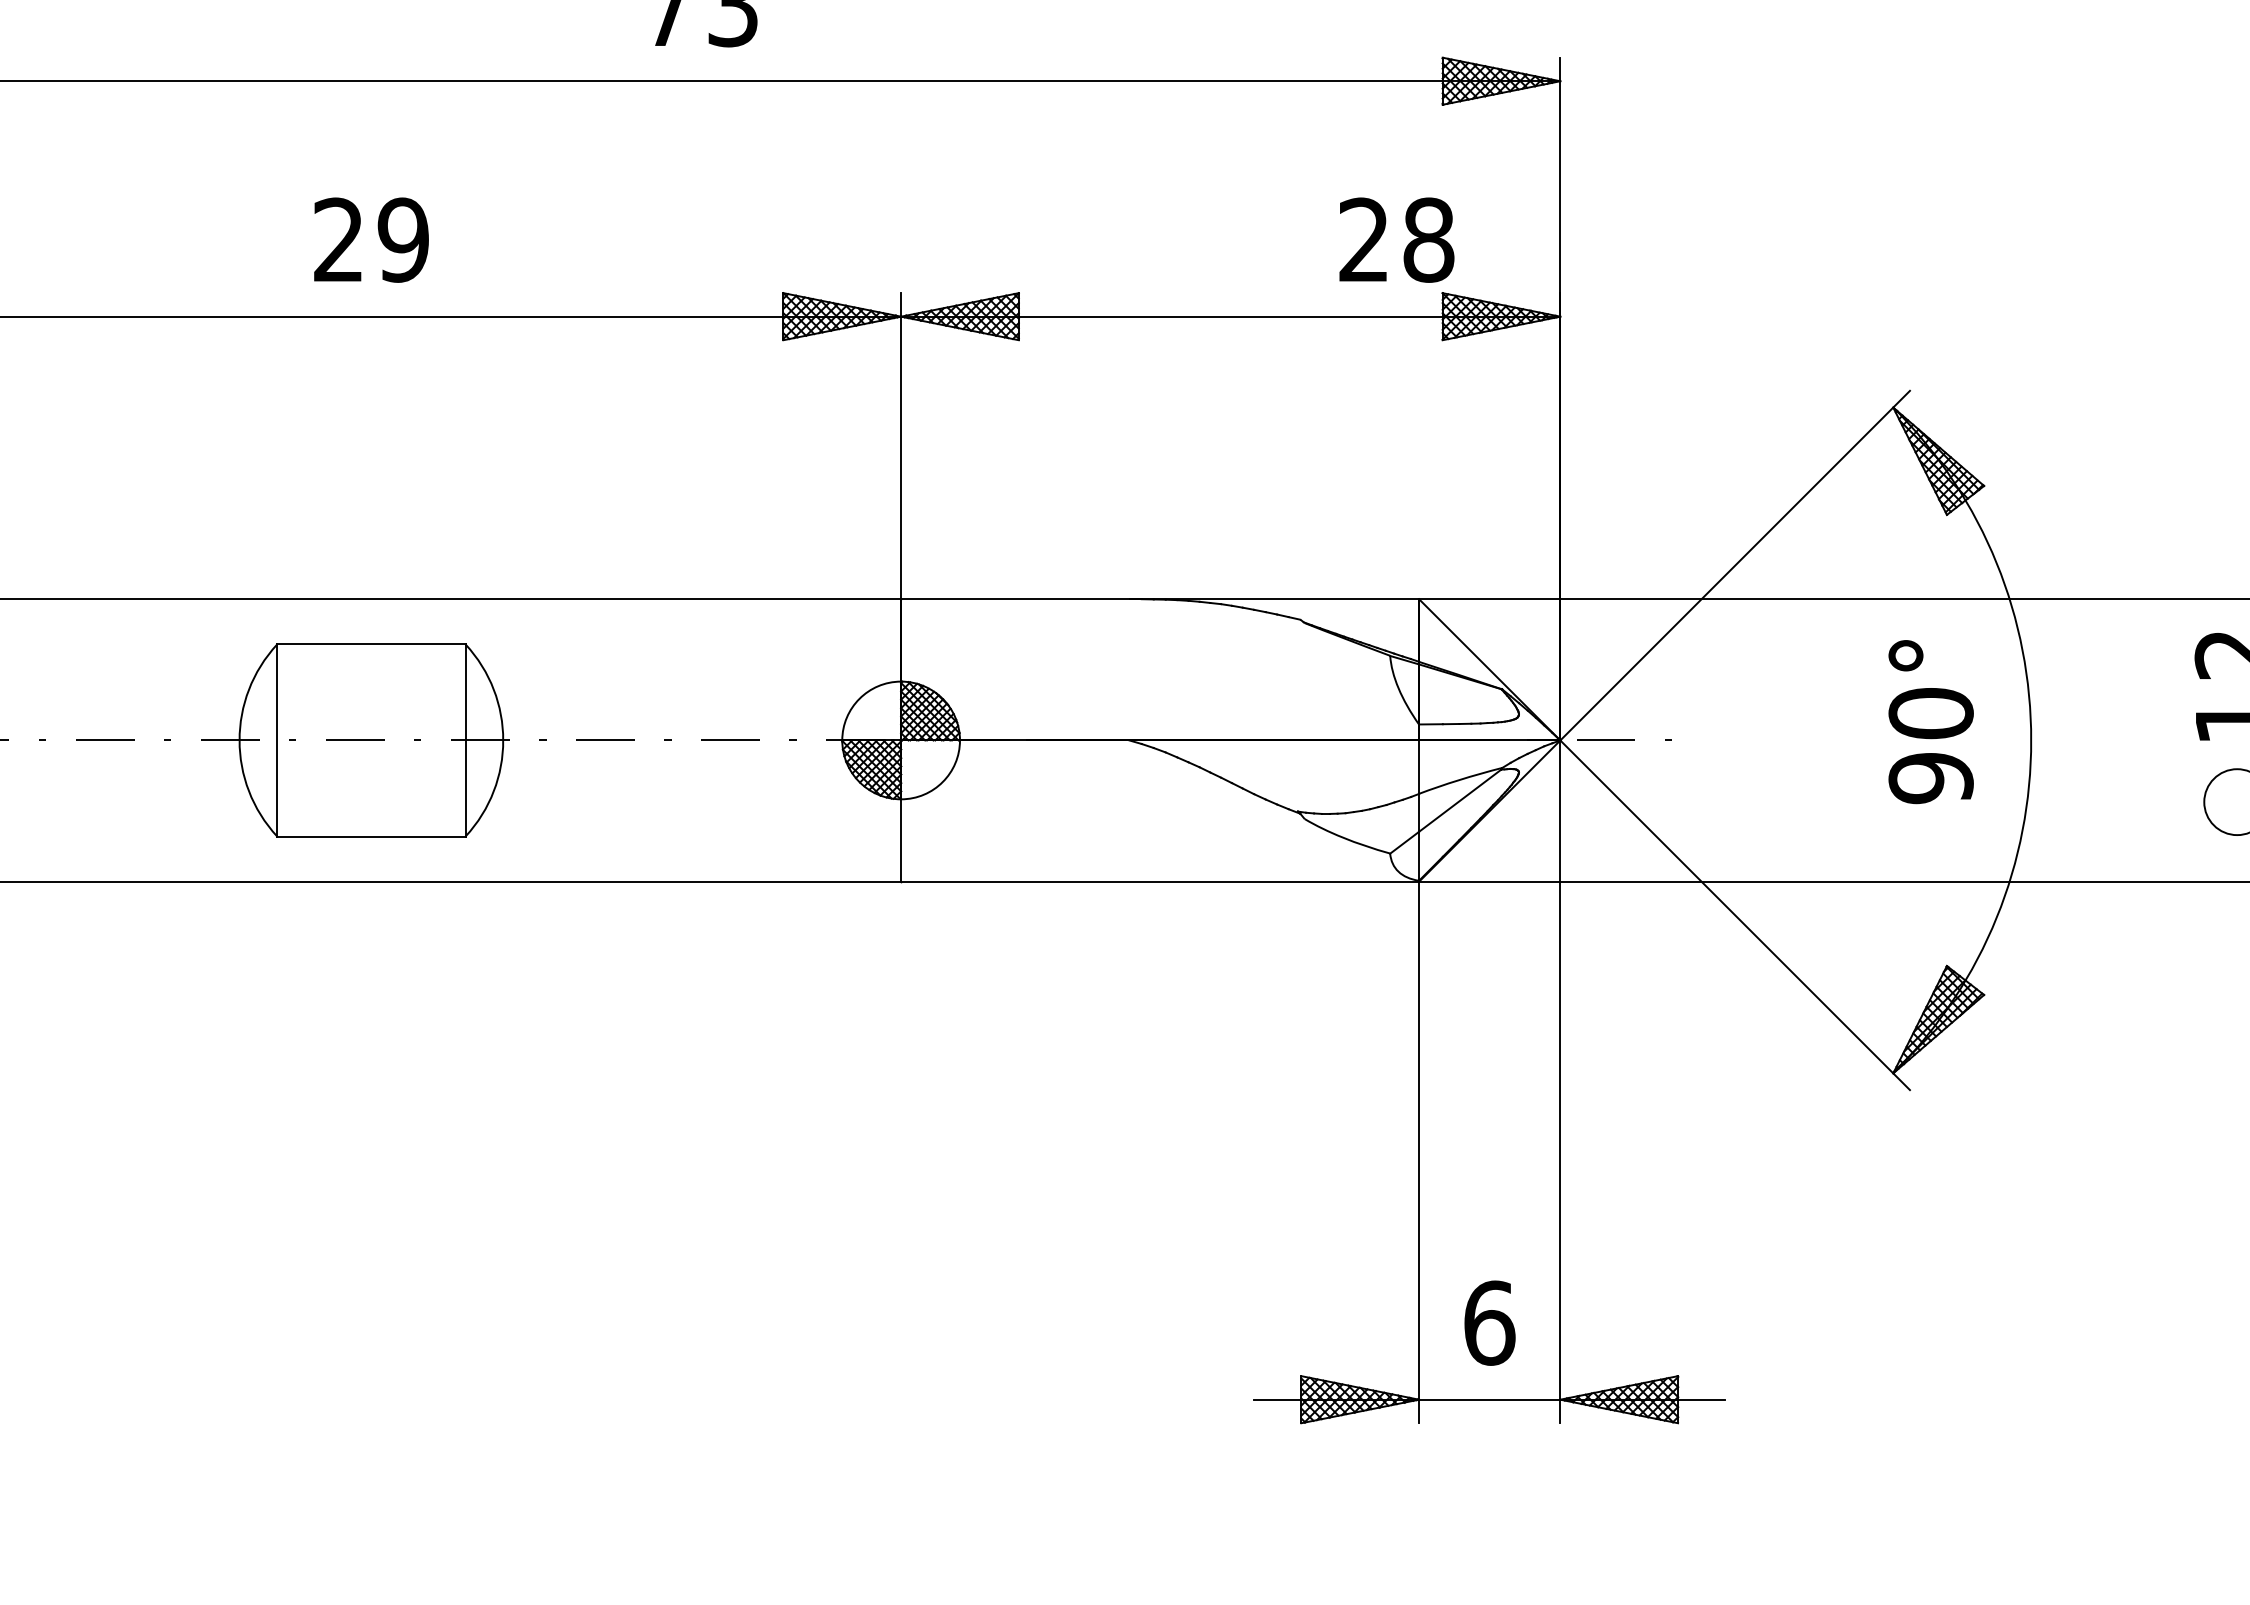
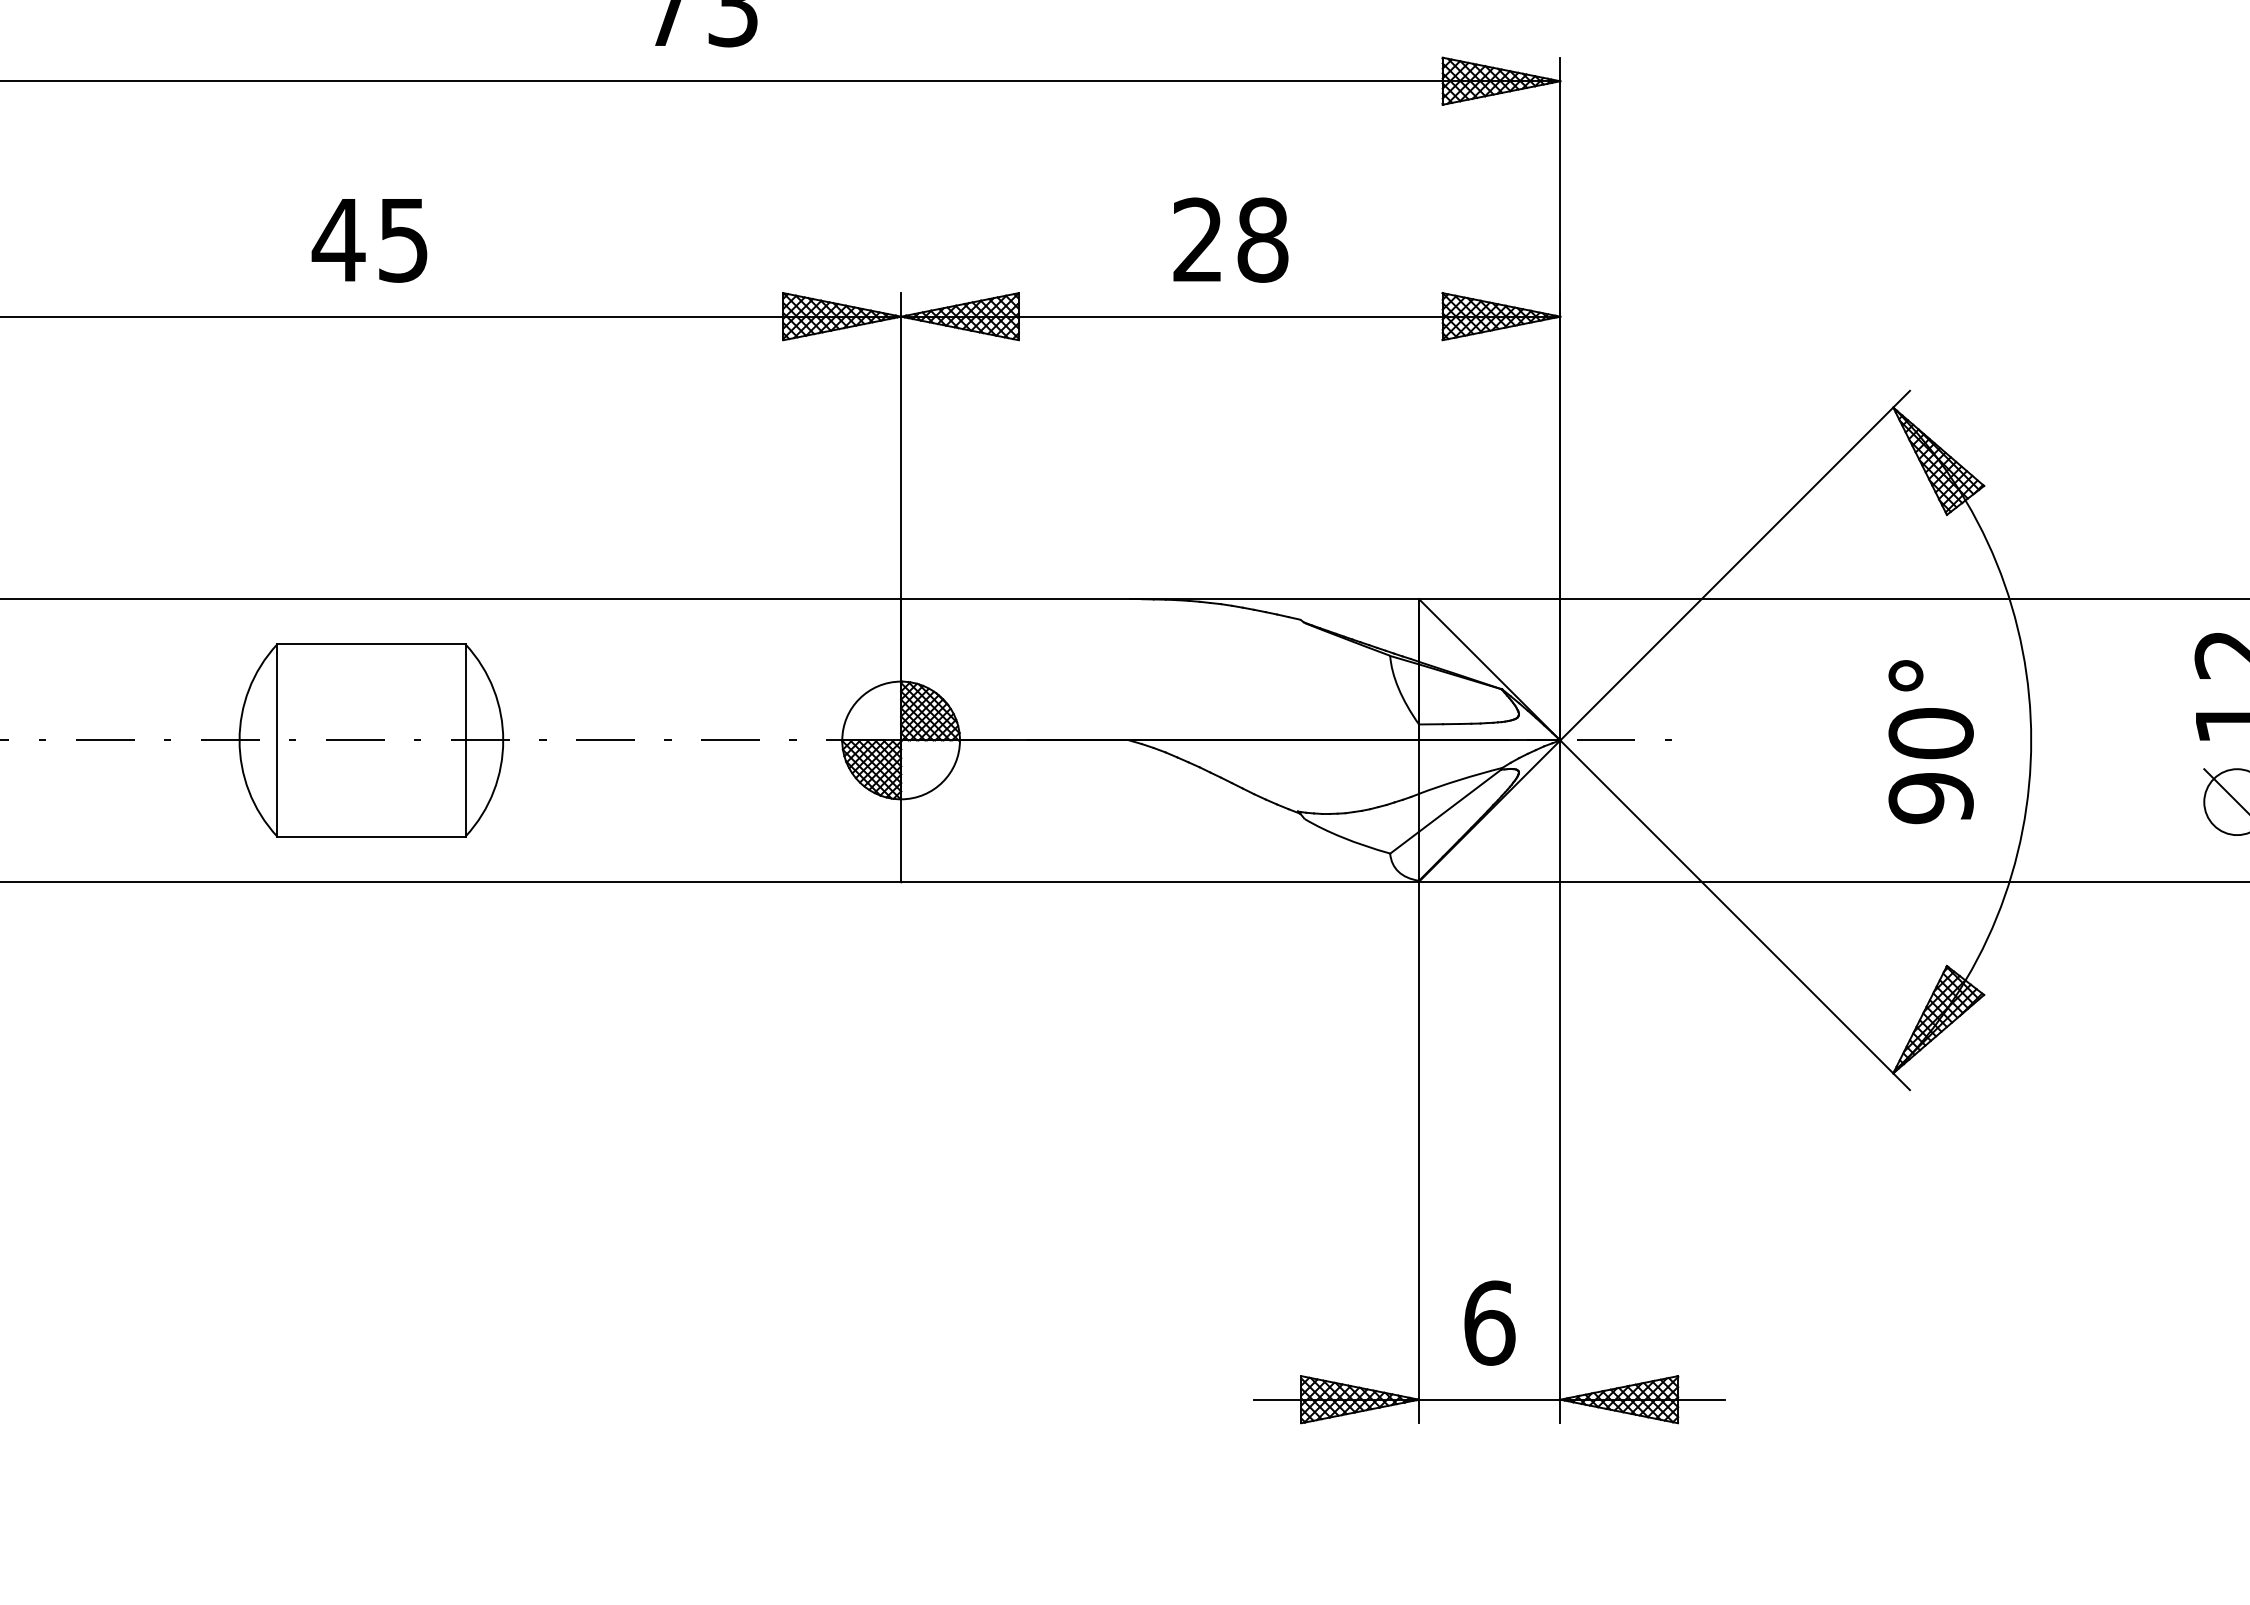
text at (369, 239): 29 -> 45
text at (1396, 239) position: (1396, 239) -> (1230, 239)
text at (1930, 722) position: (1930, 722) -> (1930, 742)
line at (2225, 790): none -> present
